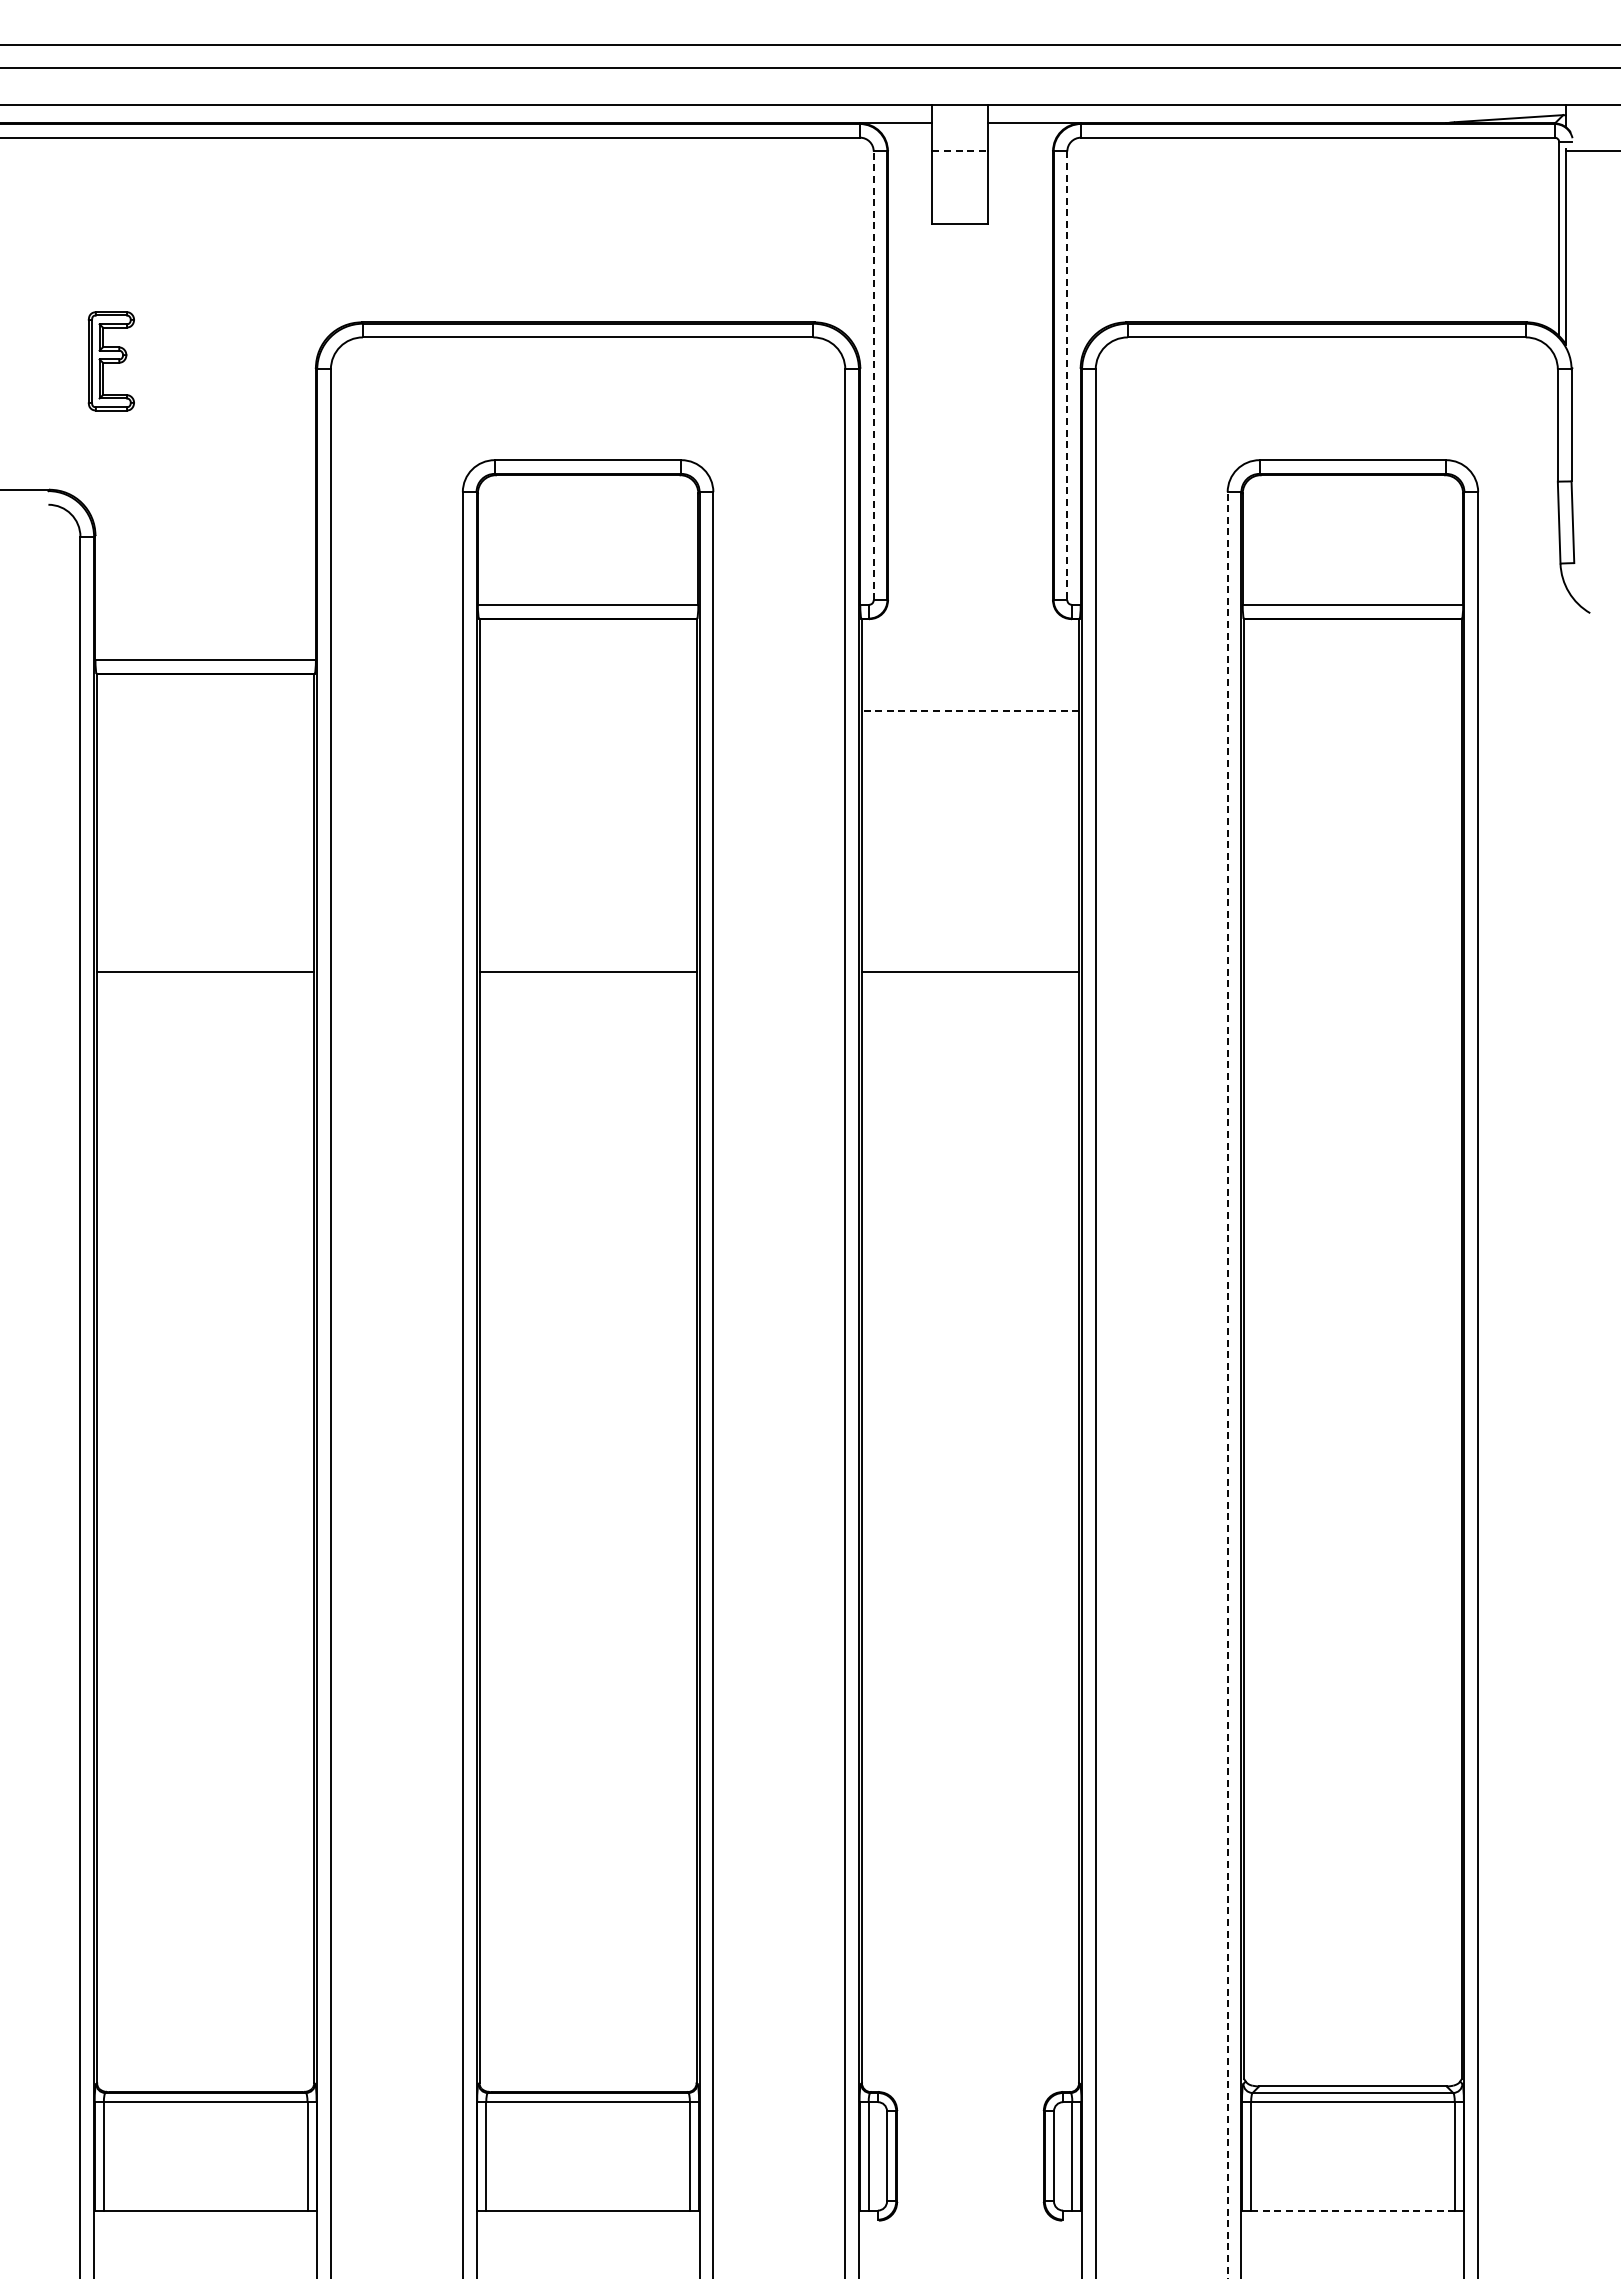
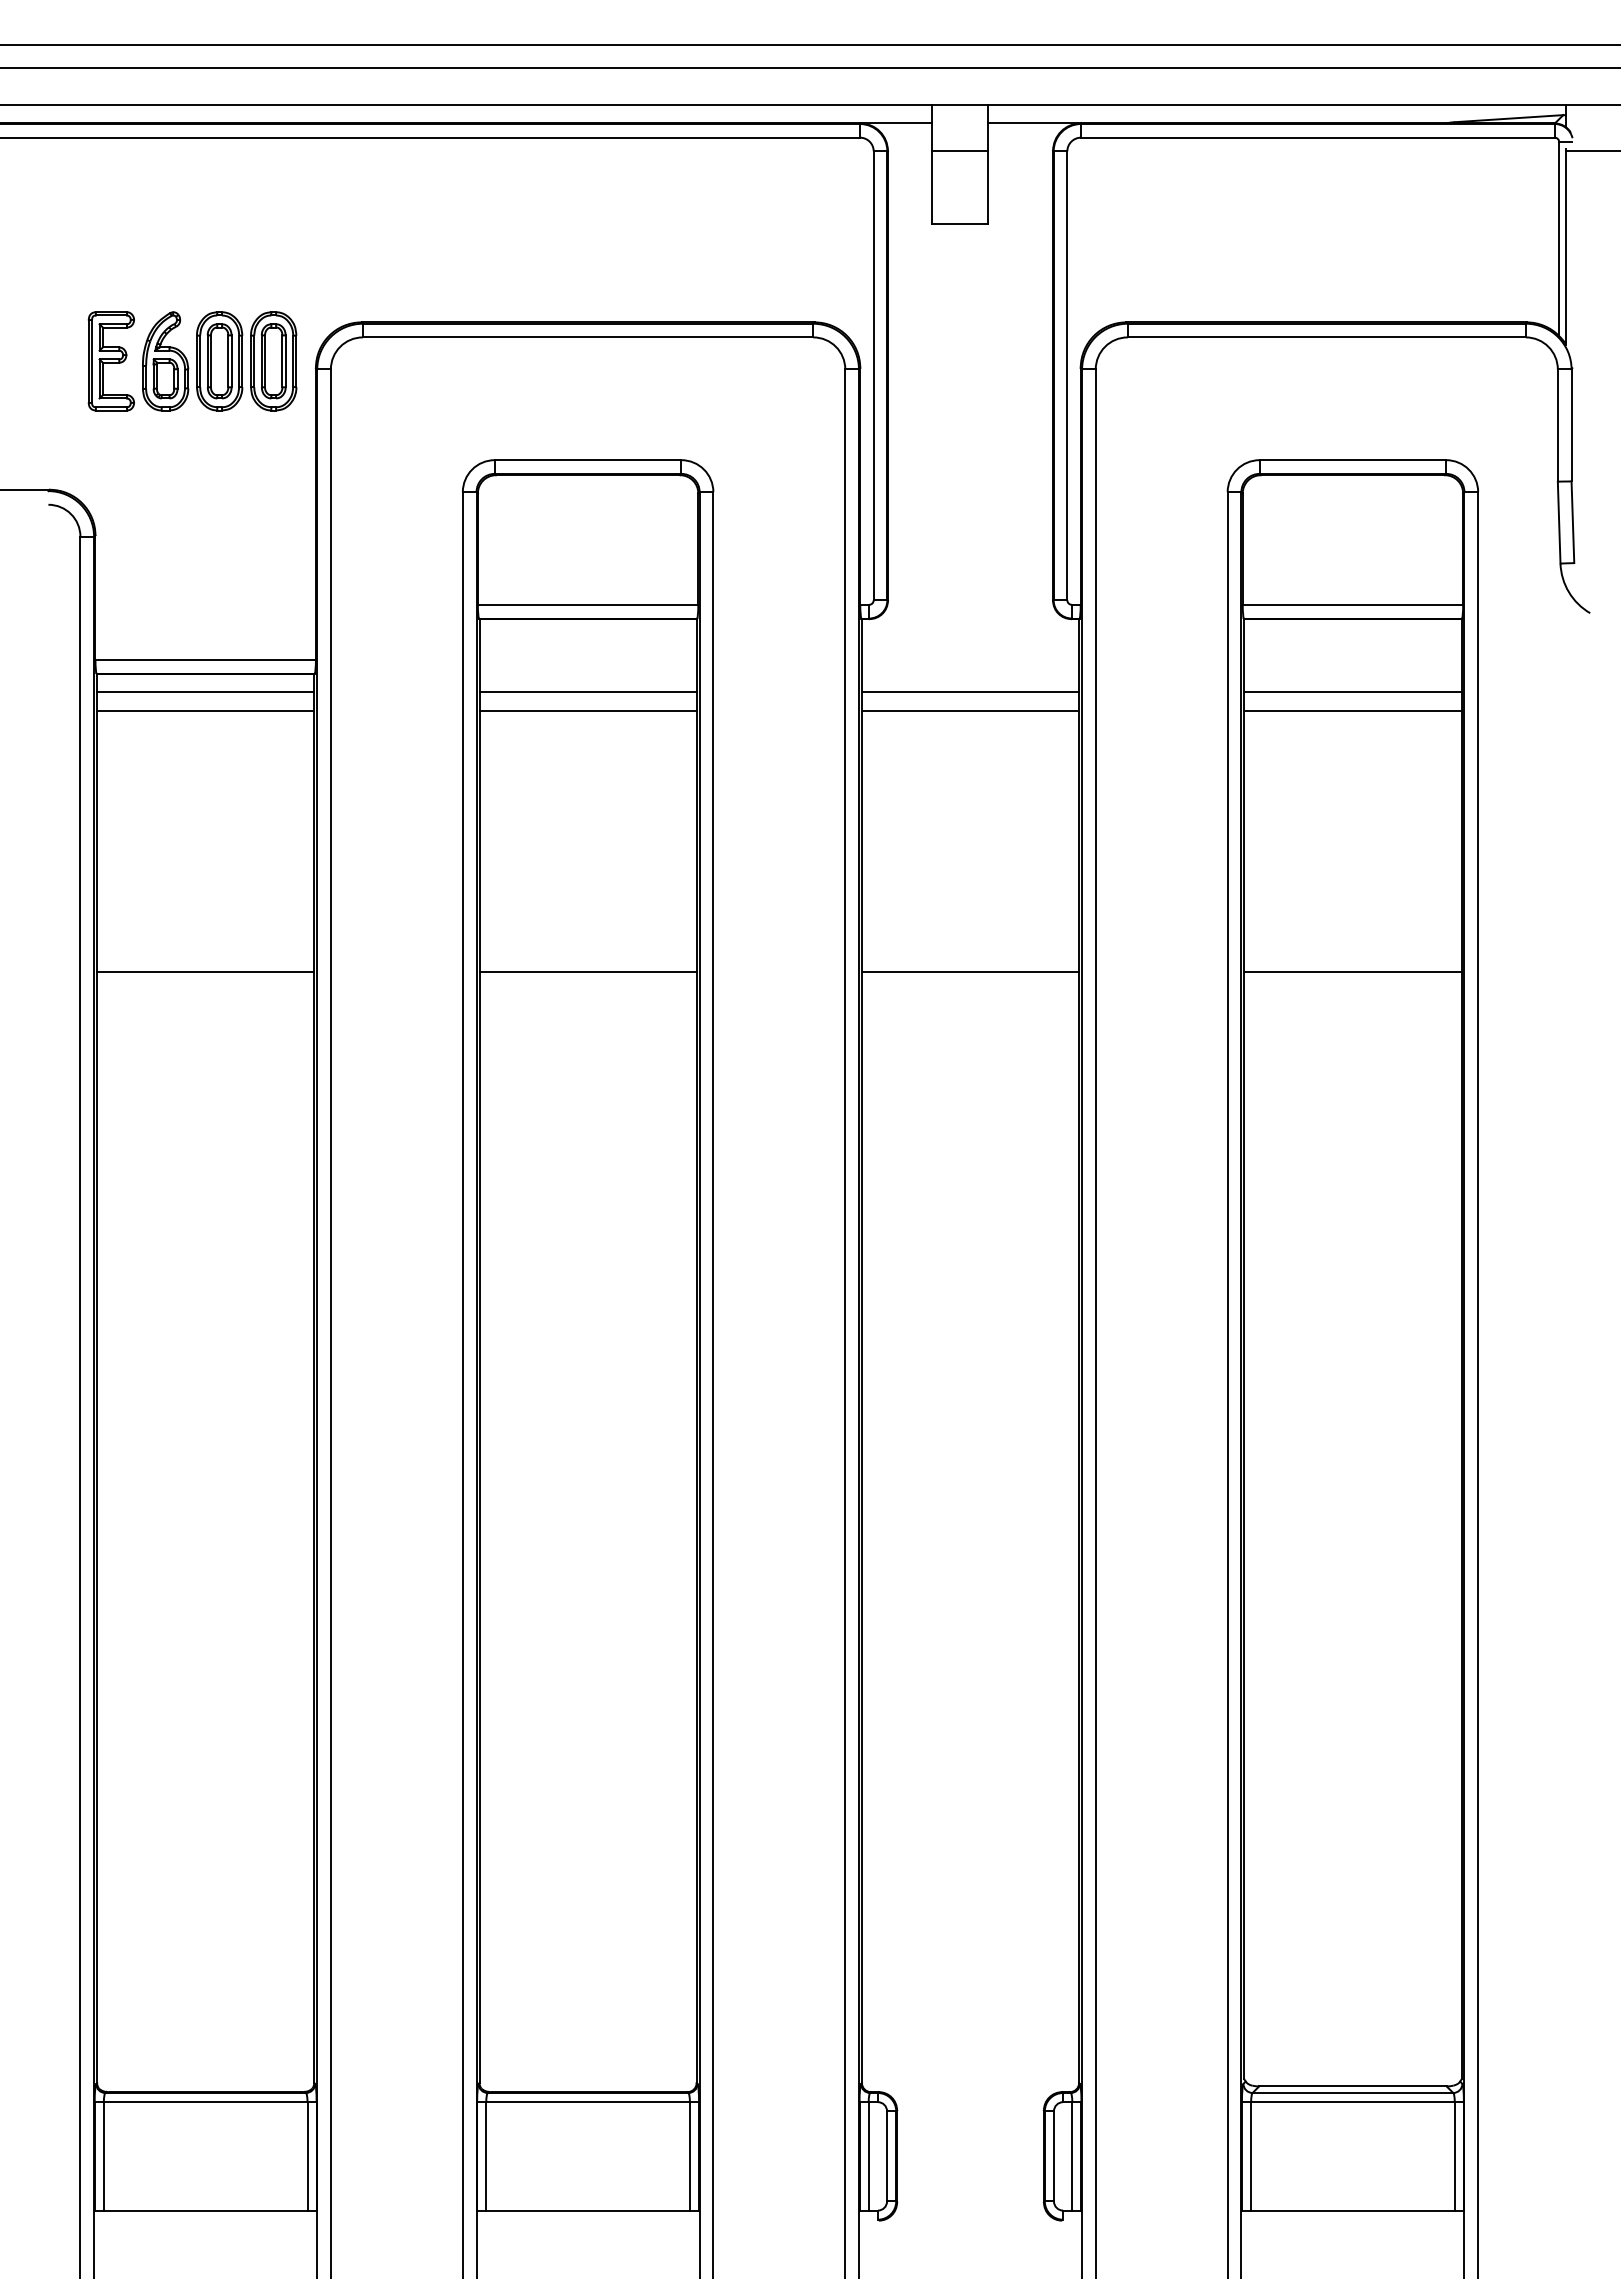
line at (960, 150): dashed -> solid
part at (219, 361): none -> present
line at (873, 375): dashed -> solid
line at (1067, 376): dashed -> solid
line at (205, 692): none -> present
line at (587, 692): none -> present
line at (970, 692): none -> present
line at (1352, 692): none -> present
line at (205, 710): none -> present
line at (587, 710): none -> present
line at (970, 710): dashed -> solid
line at (1352, 710): none -> present
line at (1352, 972): none -> present
line at (1227, 1385): dashed -> solid
line at (1352, 2210): dashed -> solid
